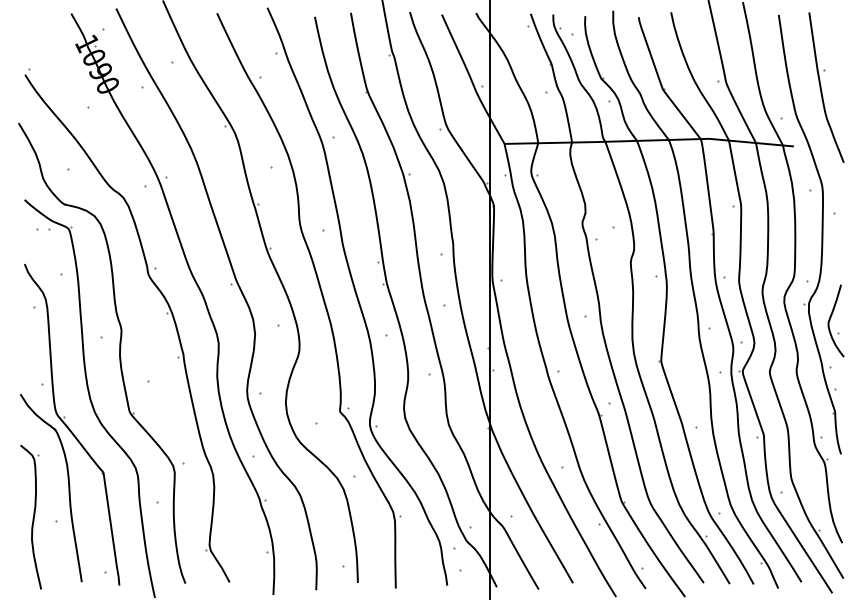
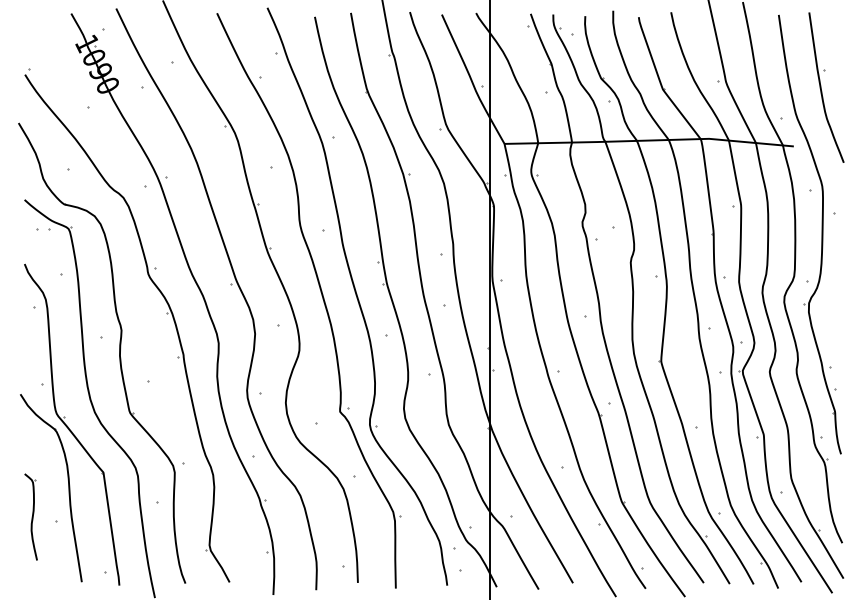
part at (835, 320): present -> none
part at (30, 516) size: 22x146 px -> 14x88 px
